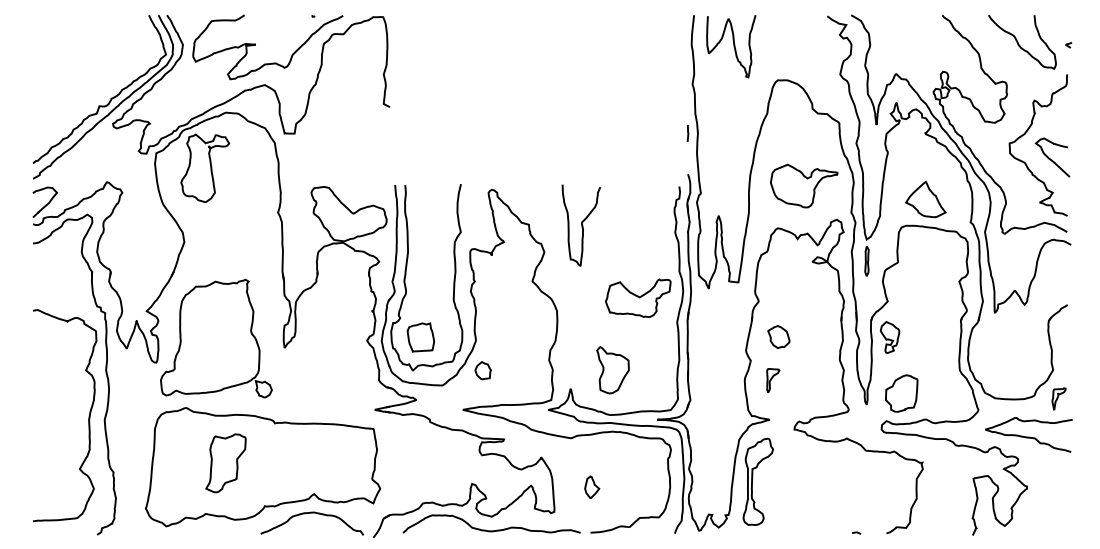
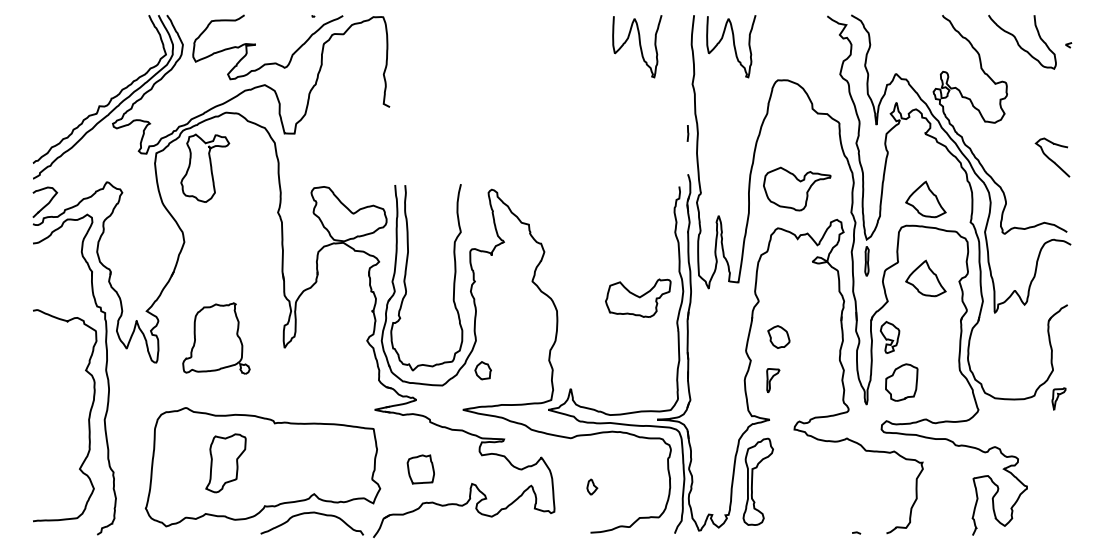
curve at (639, 46): none -> present
curve at (1026, 133): present -> none
part at (804, 185) position: (804, 185) -> (797, 188)
curve at (581, 225): present -> none
part at (925, 278): none -> present
part at (420, 337) position: (420, 337) -> (420, 469)
part at (216, 338) size: 113x121 px -> 69x73 px
part at (612, 370): present -> none
part at (901, 393) position: (901, 393) -> (901, 382)
curve at (1028, 436): present -> none
part at (592, 486) size: 17x24 px -> 13x18 px
curve at (491, 530): present -> none
